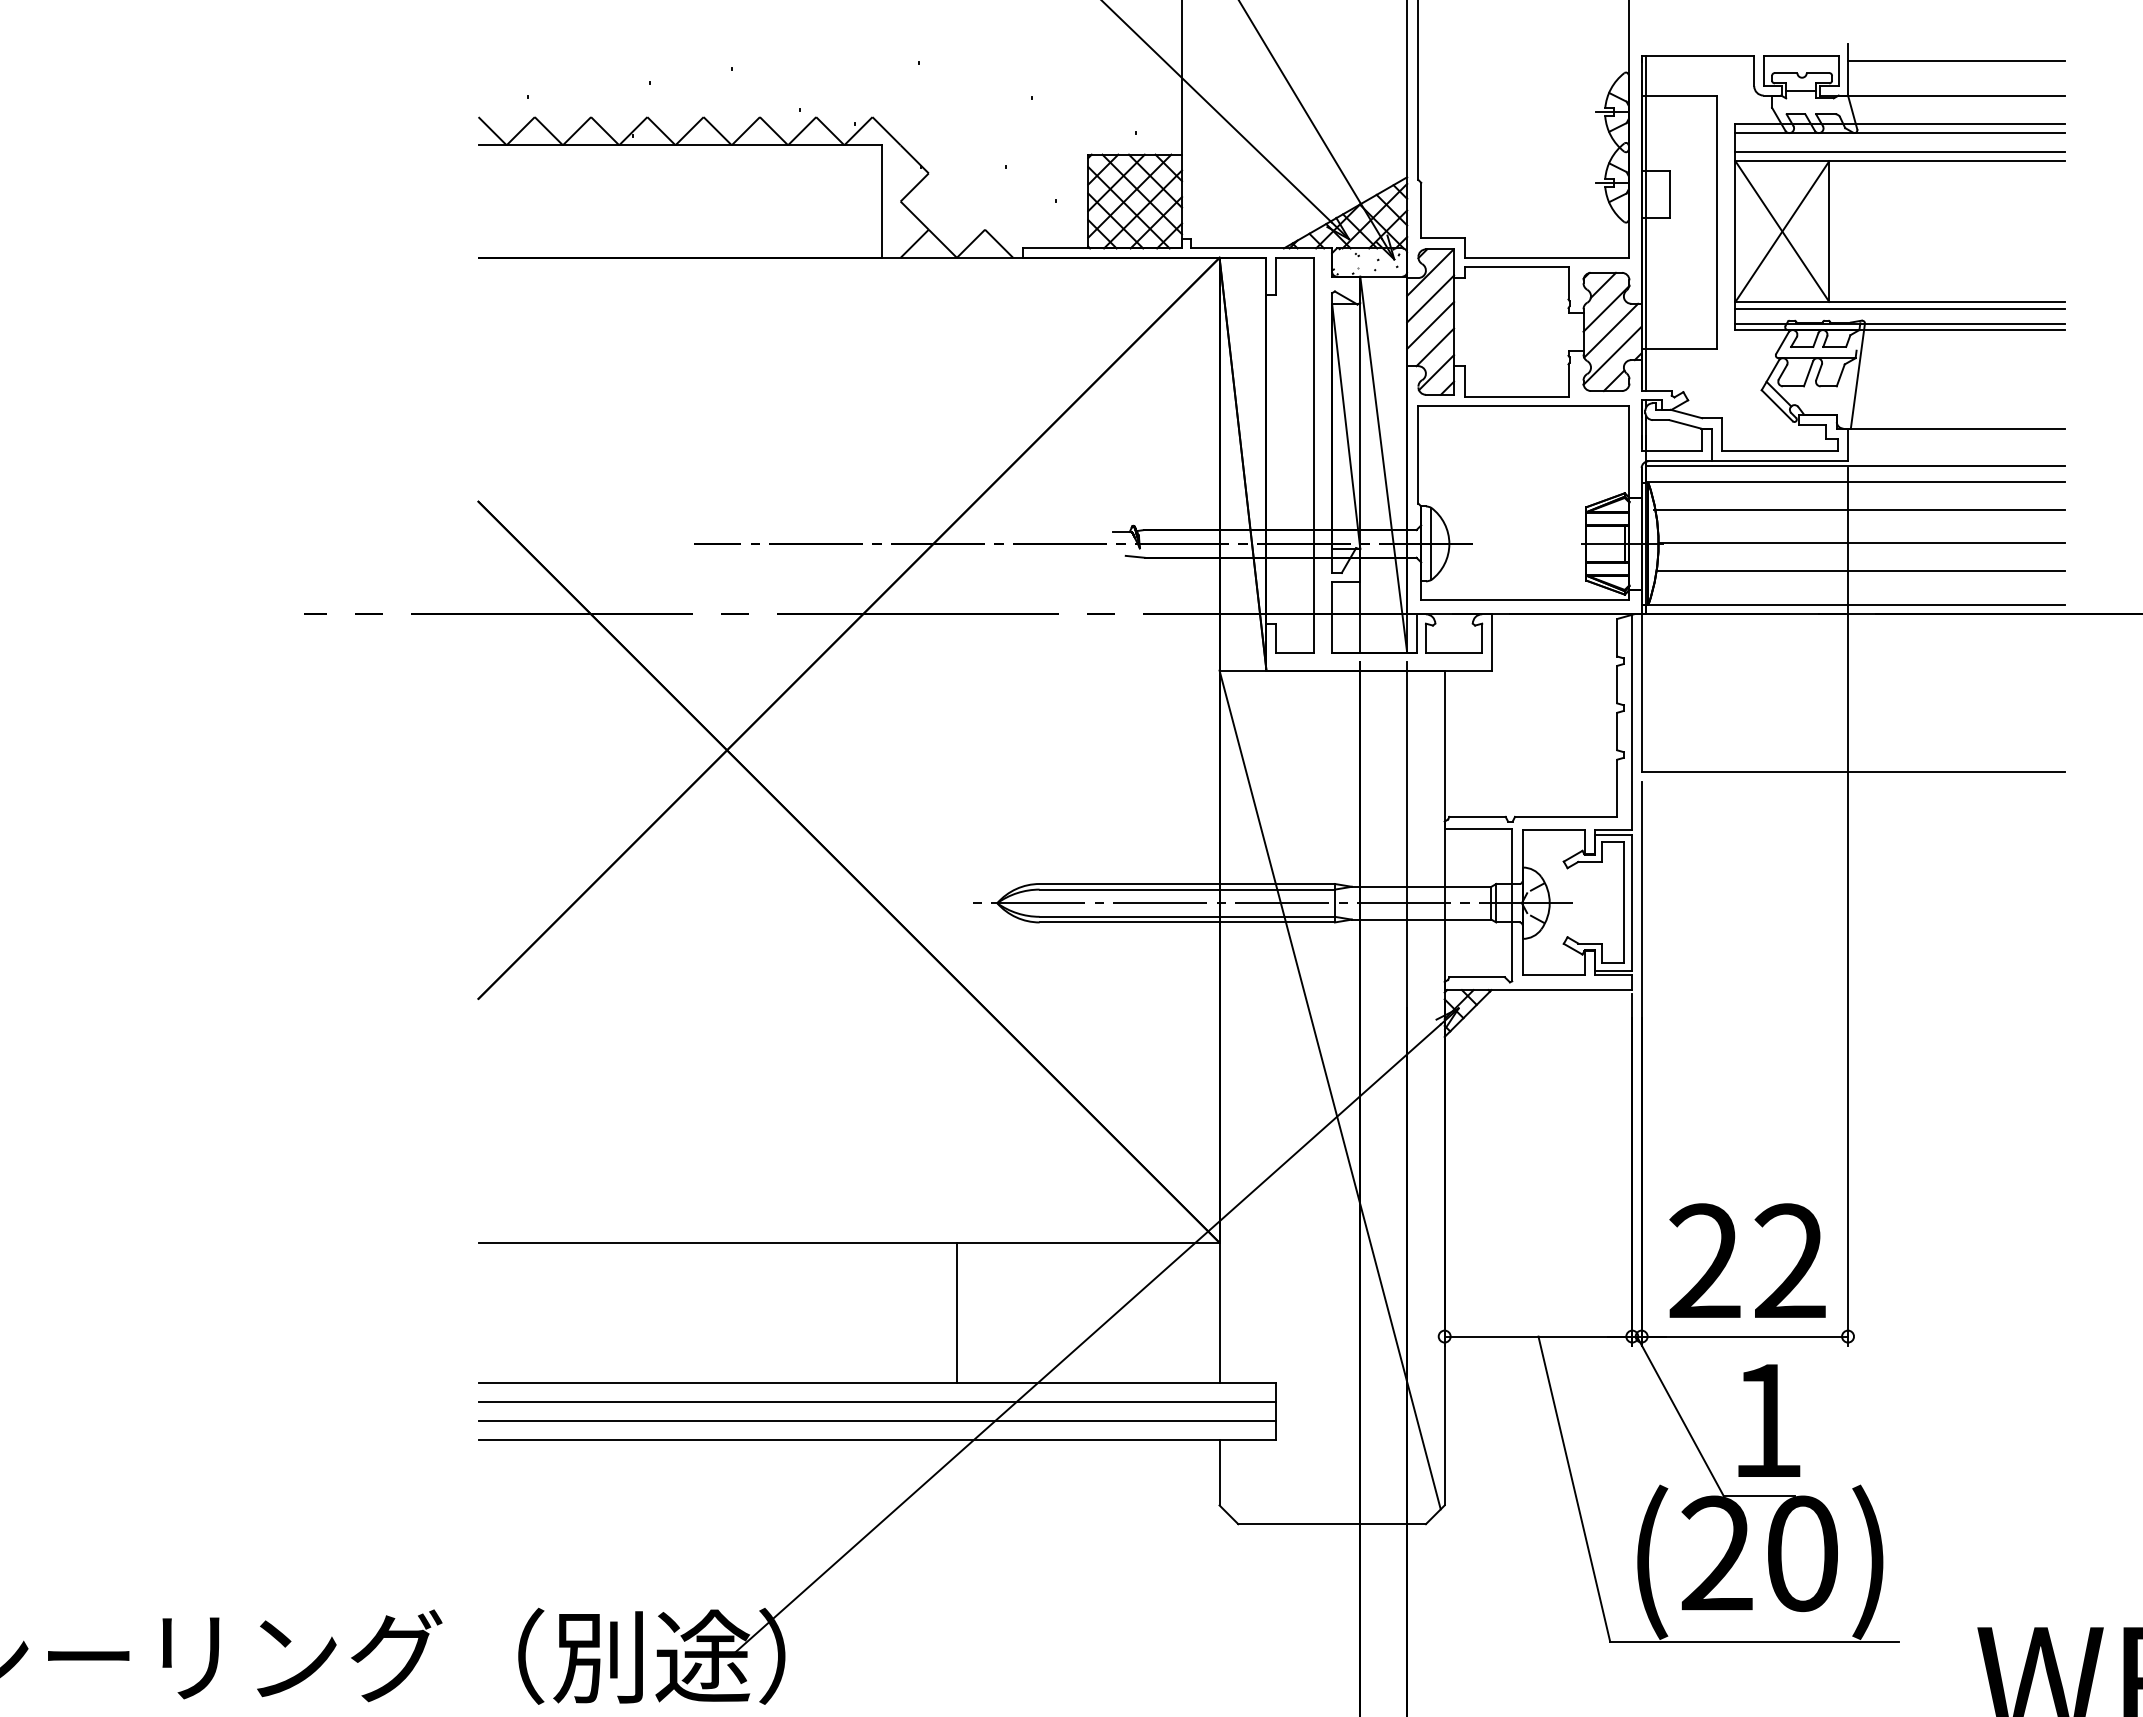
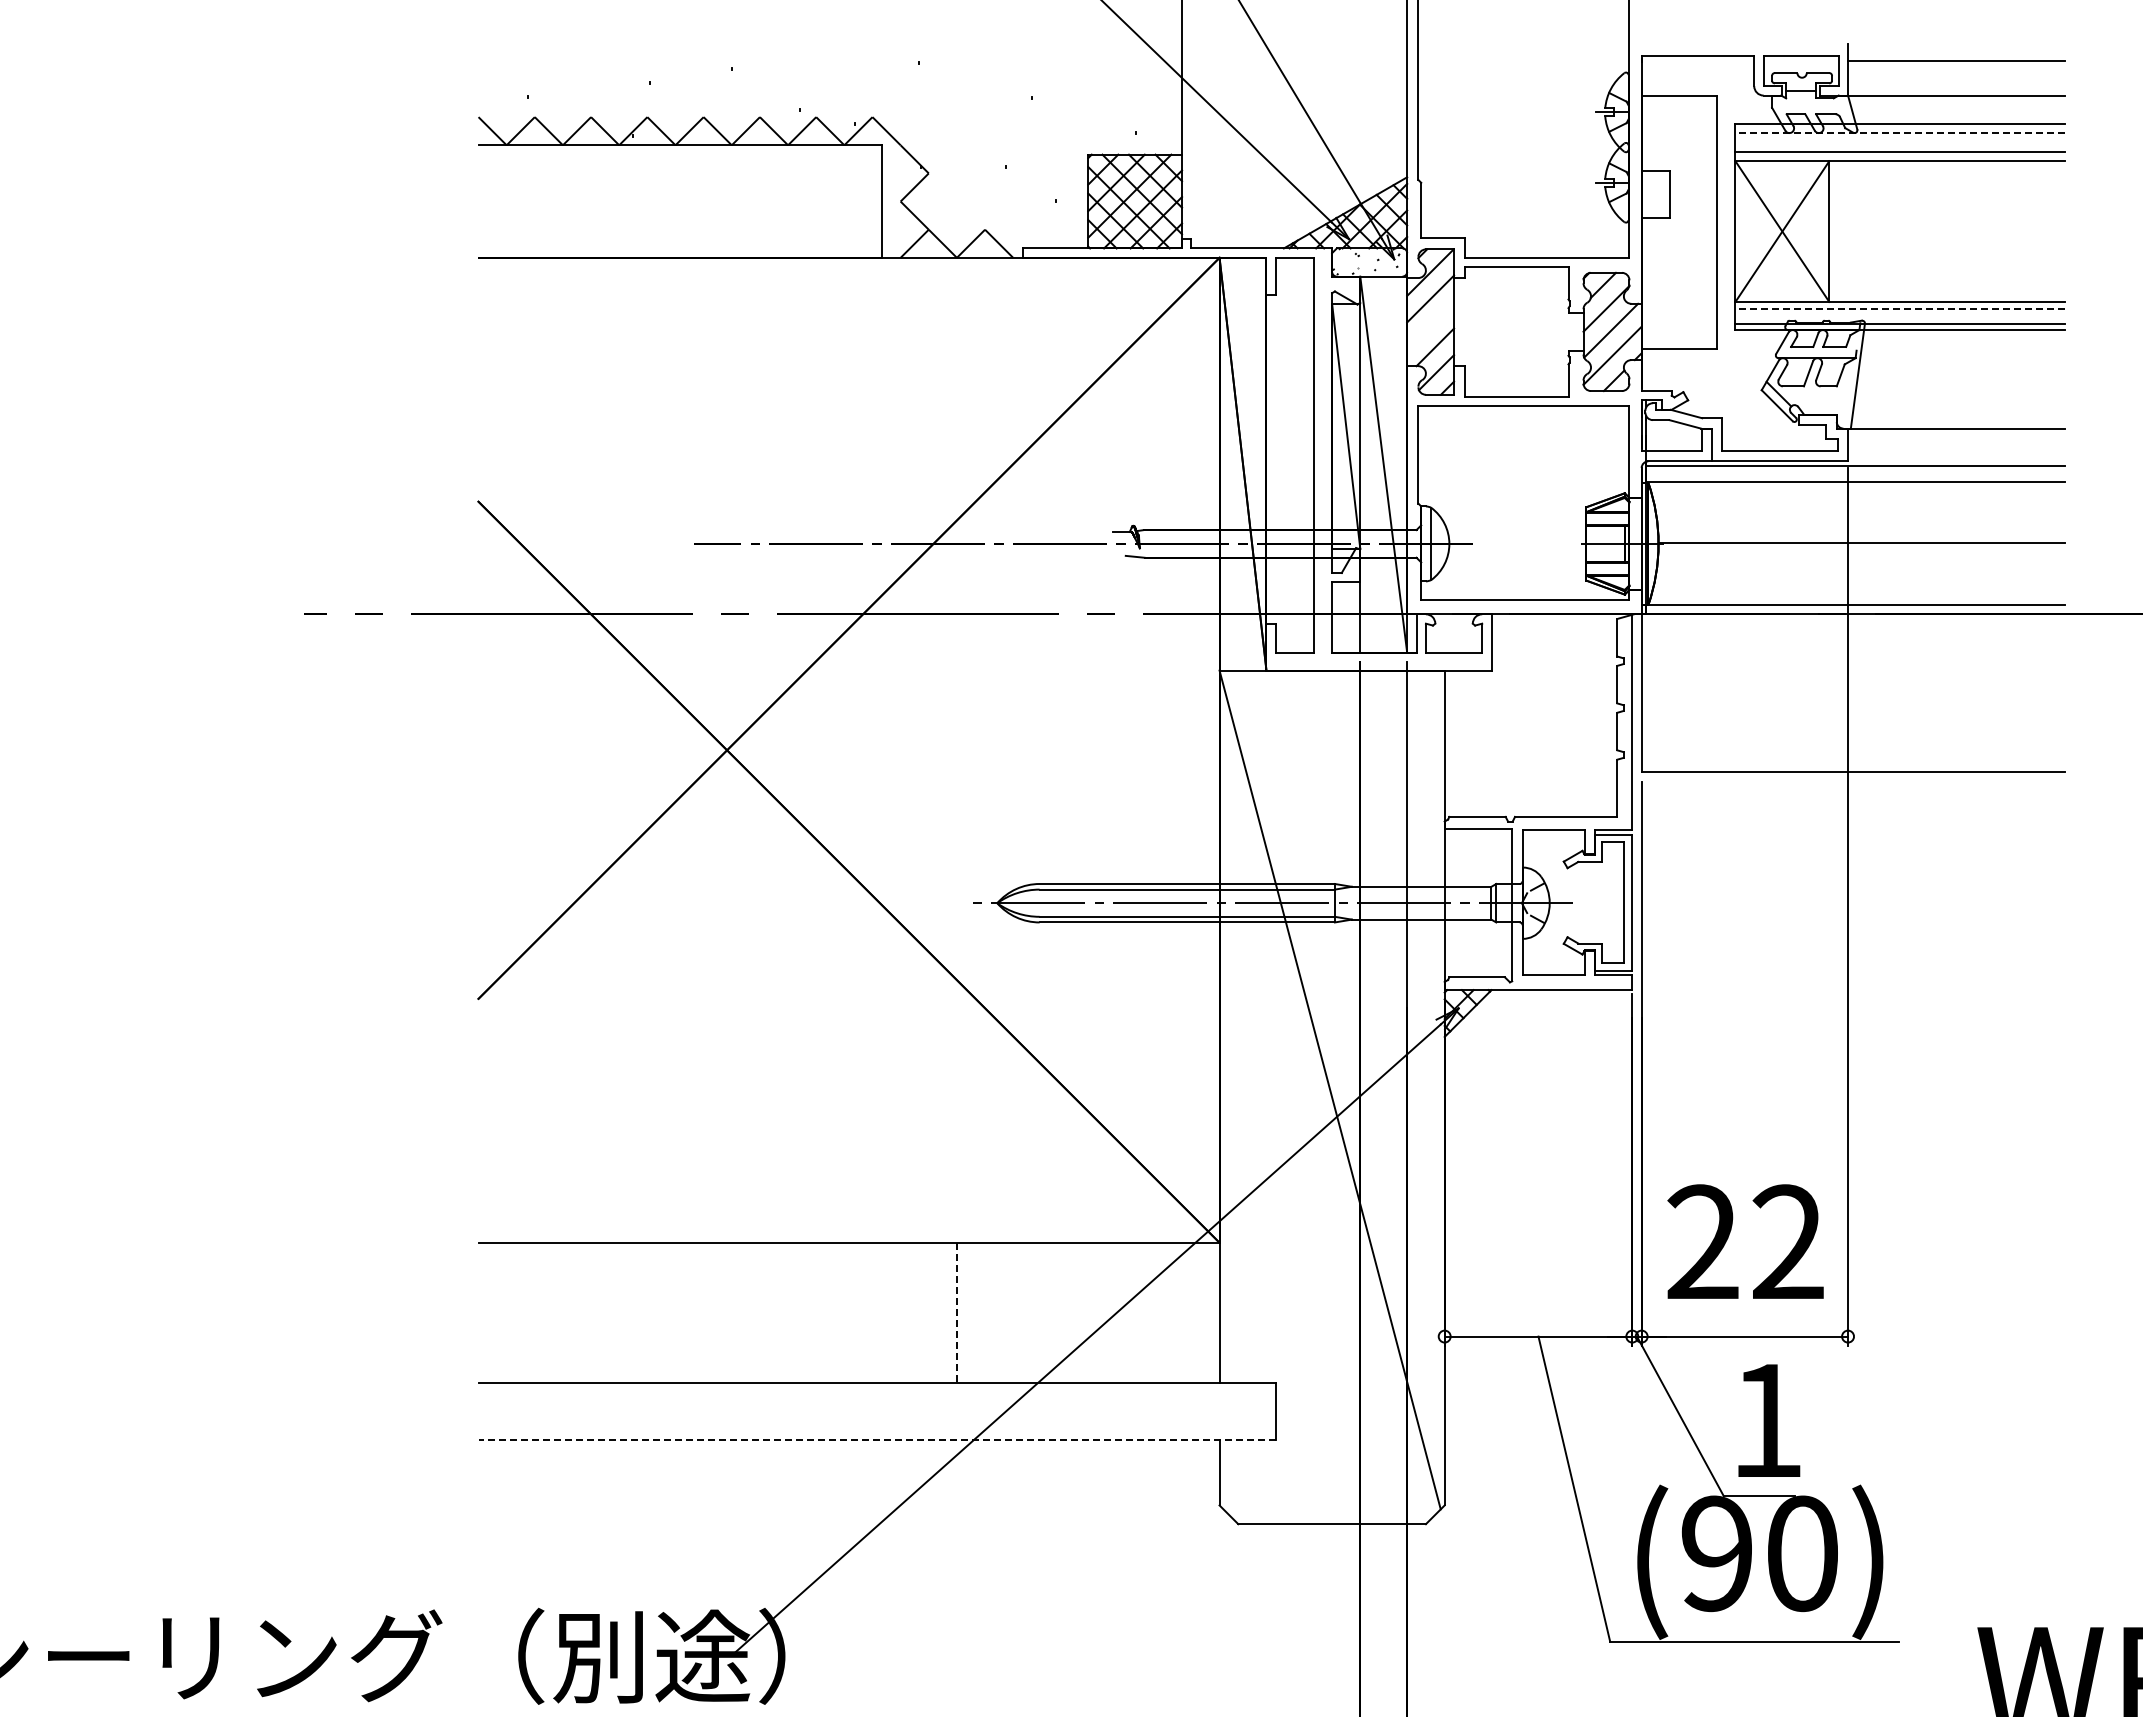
line at (1900, 133): solid -> dashed
line at (1646, 223): present -> none
line at (1900, 308): solid -> dashed
line at (1430, 325): present -> none
line at (1858, 510): present -> none
line at (1860, 571): present -> none
text at (1747, 1260) position: (1747, 1260) -> (1745, 1241)
line at (956, 1313): solid -> dashed
line at (876, 1402): present -> none
line at (876, 1421): present -> none
line at (877, 1439): solid -> dashed
text at (1716, 1553): (20) -> (90)
